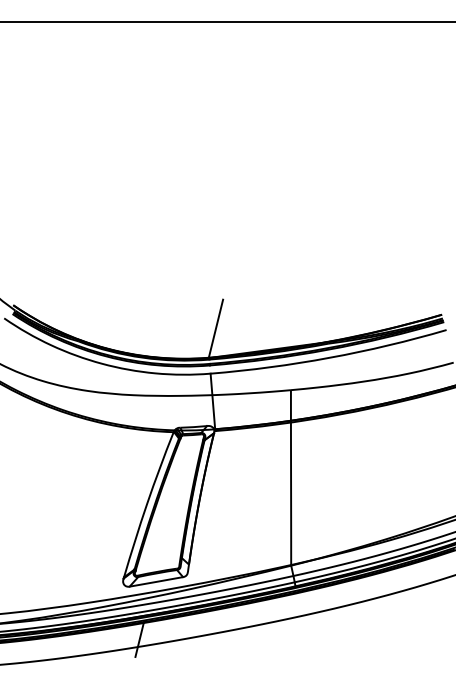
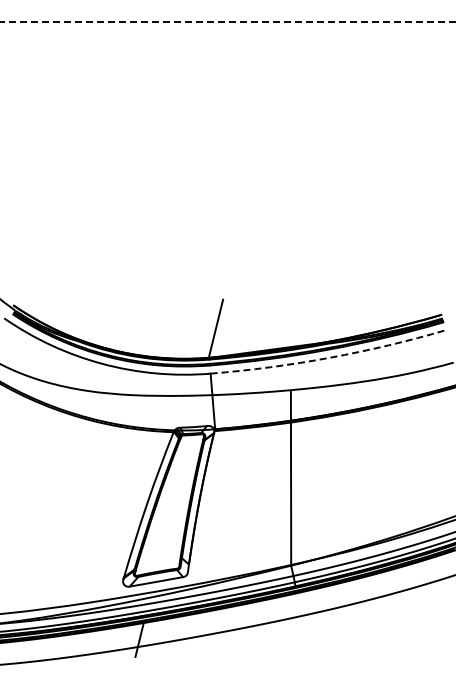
line at (227, 21): solid -> dashed
arc at (329, 357): solid -> dashed
